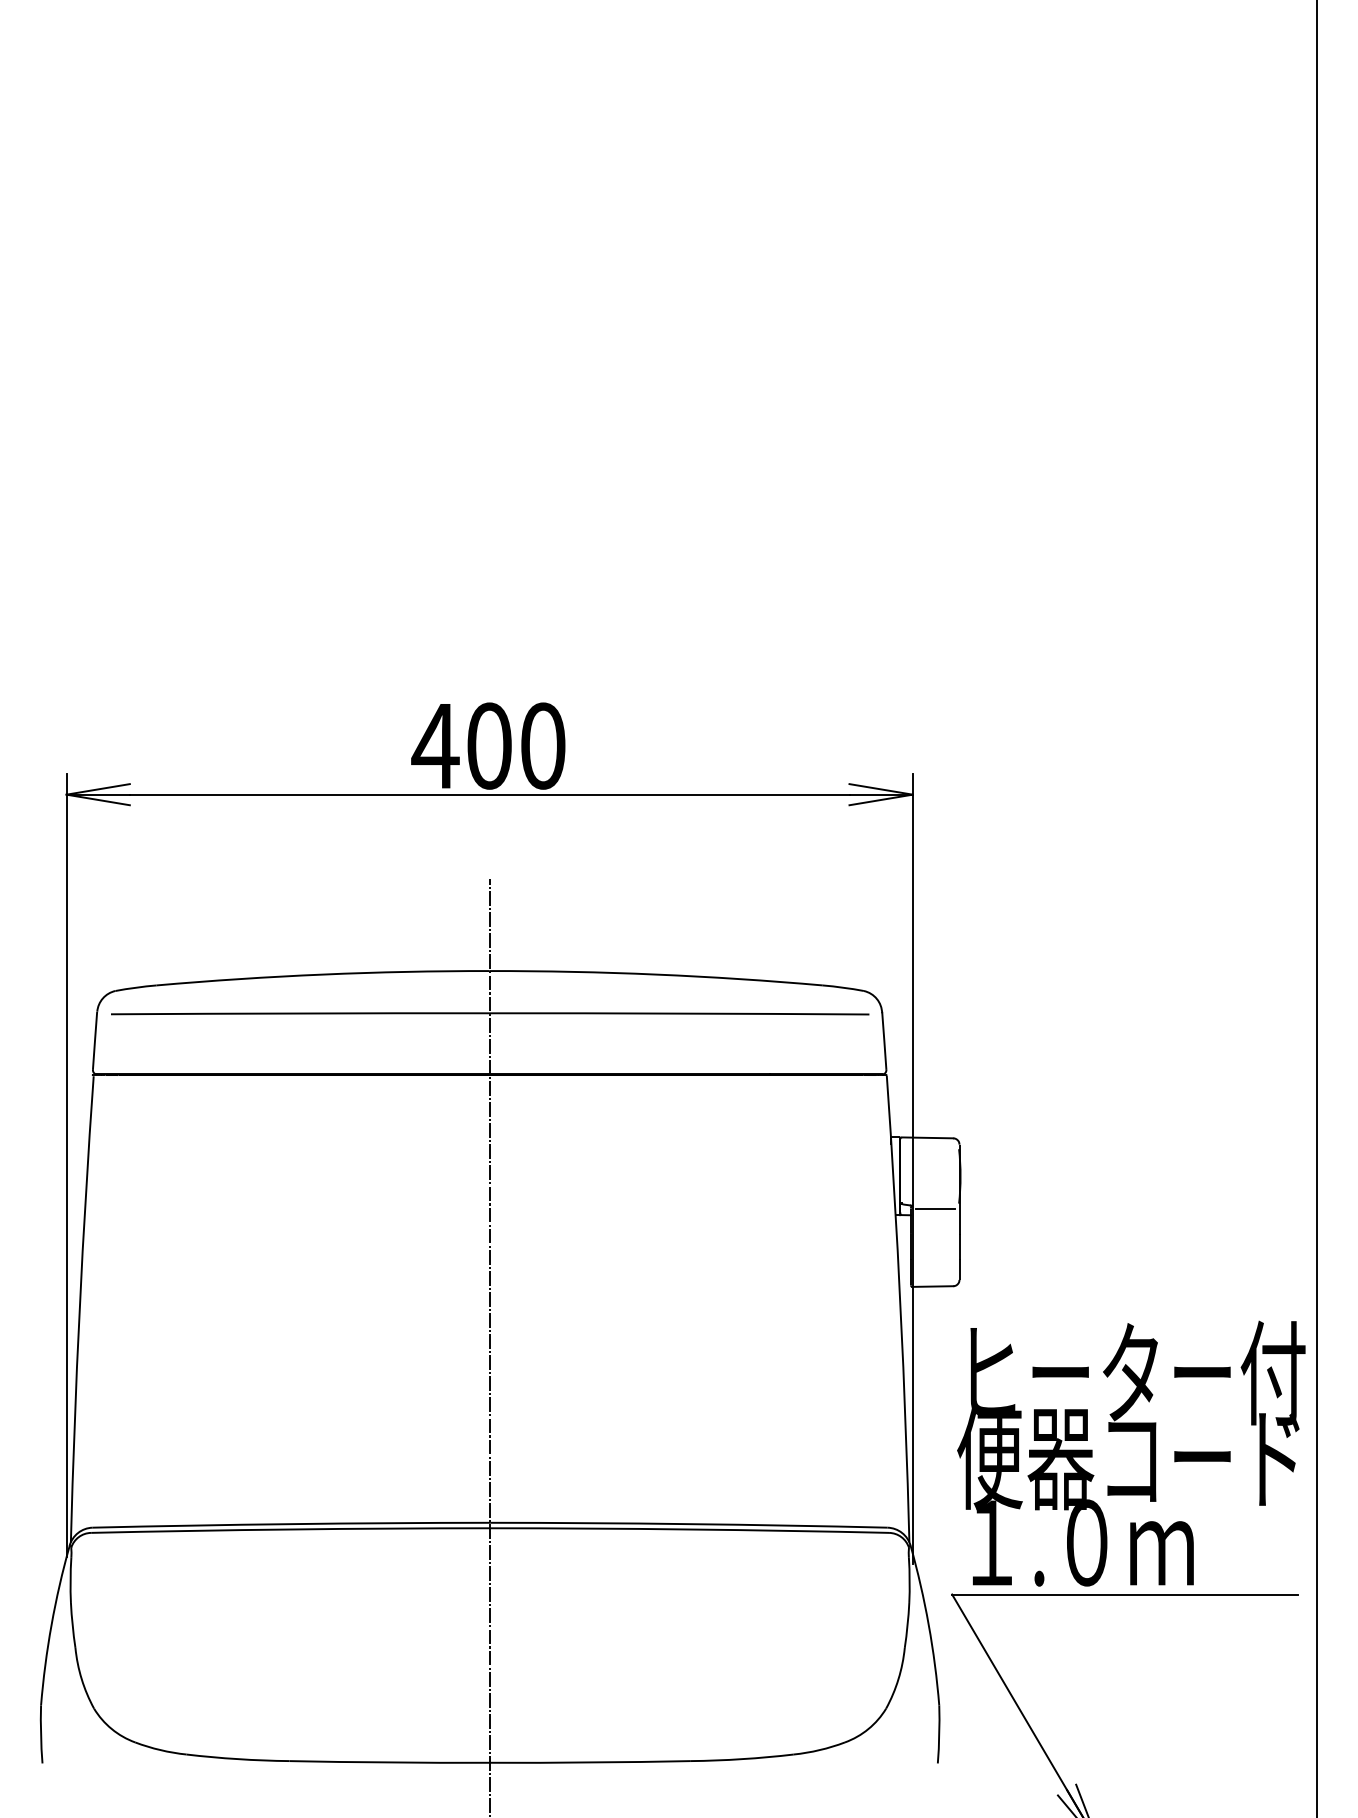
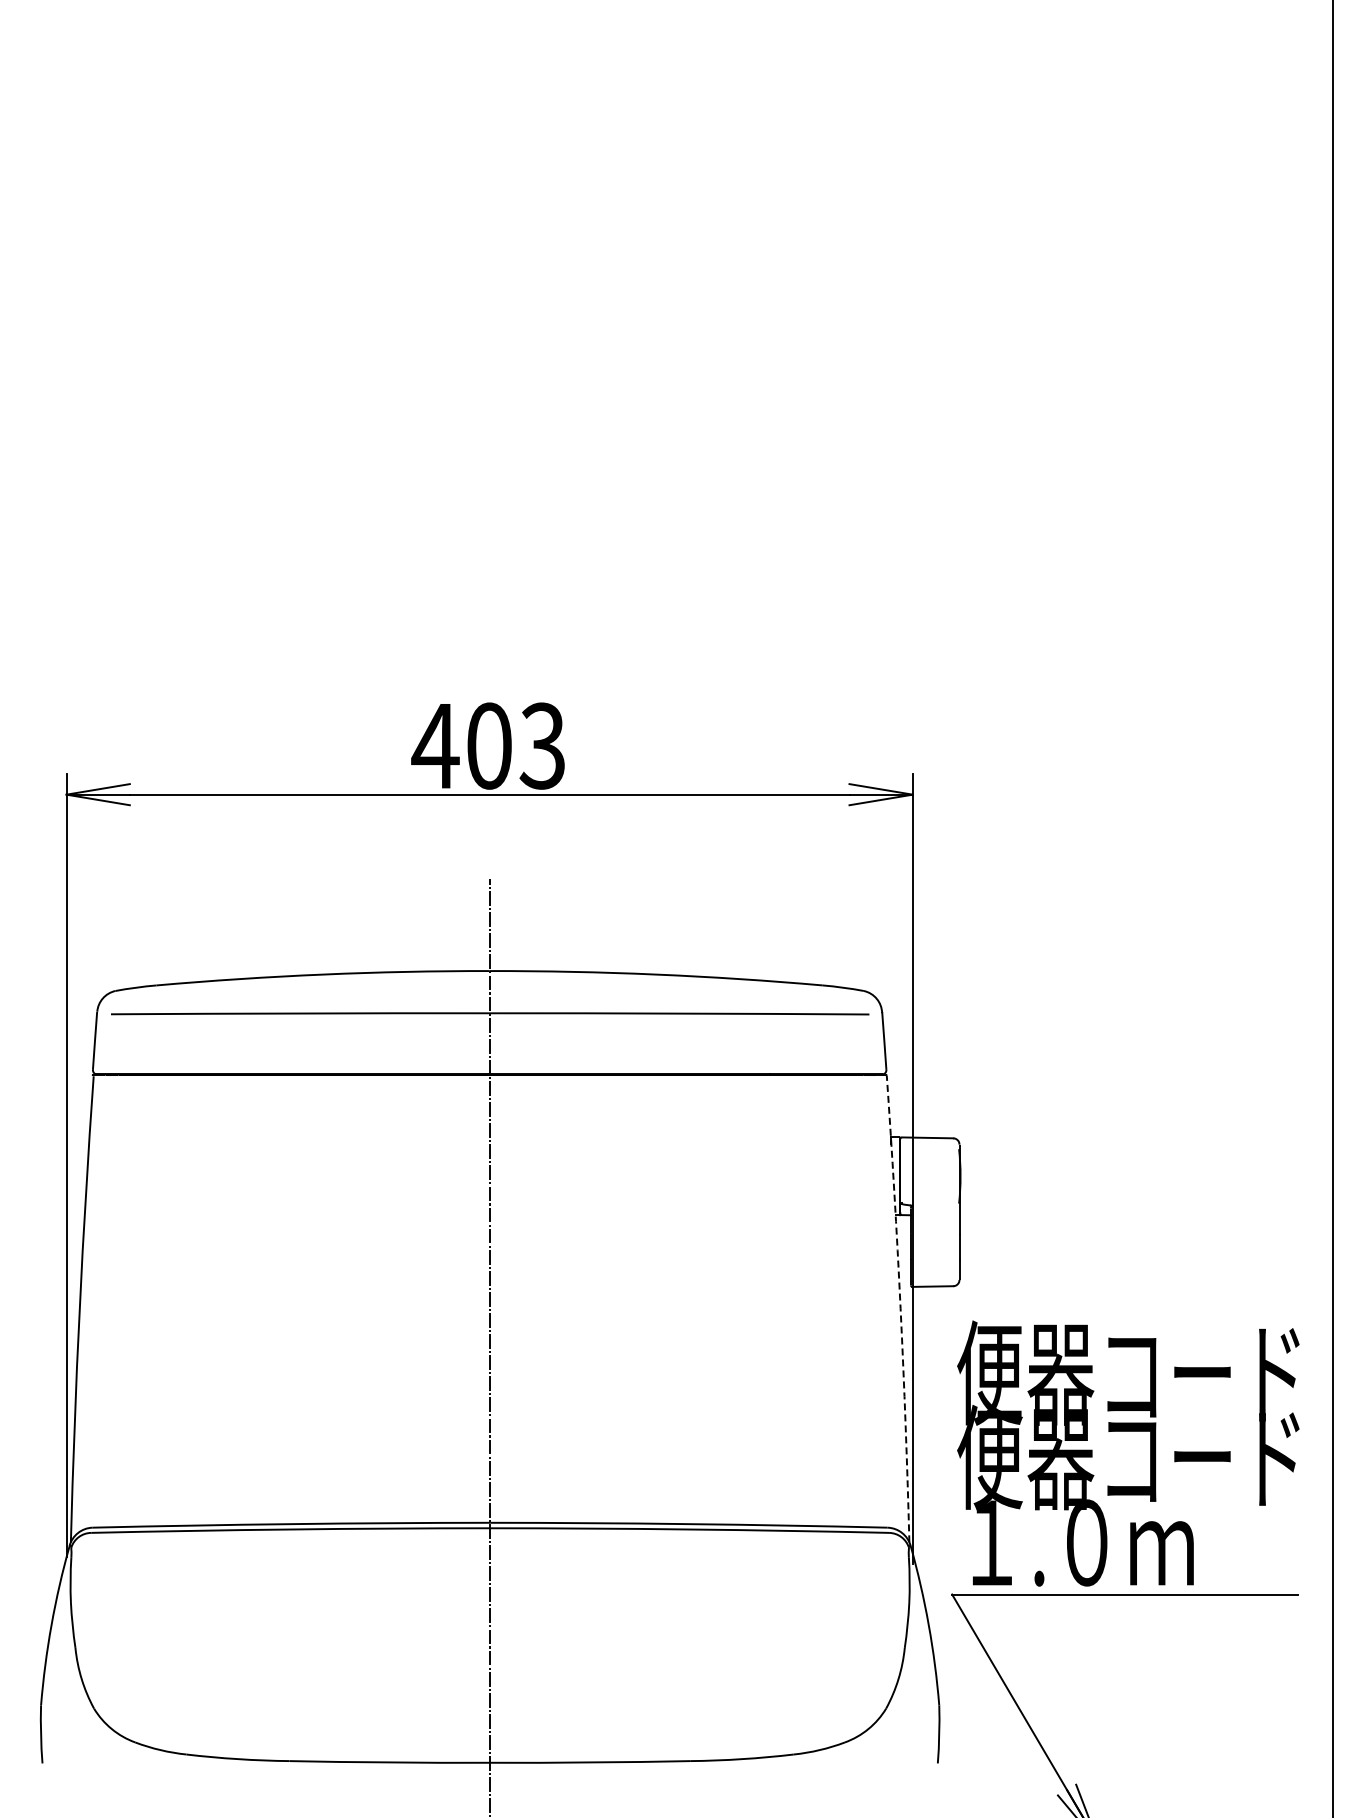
text at (542, 745): 400 -> 403
line at (1317, 908) position: (1317, 908) -> (1333, 908)
line at (935, 1209): present -> none
arc at (900, 1308): solid -> dashed
text at (1131, 1372): ヒーター付 -> 便器コード
